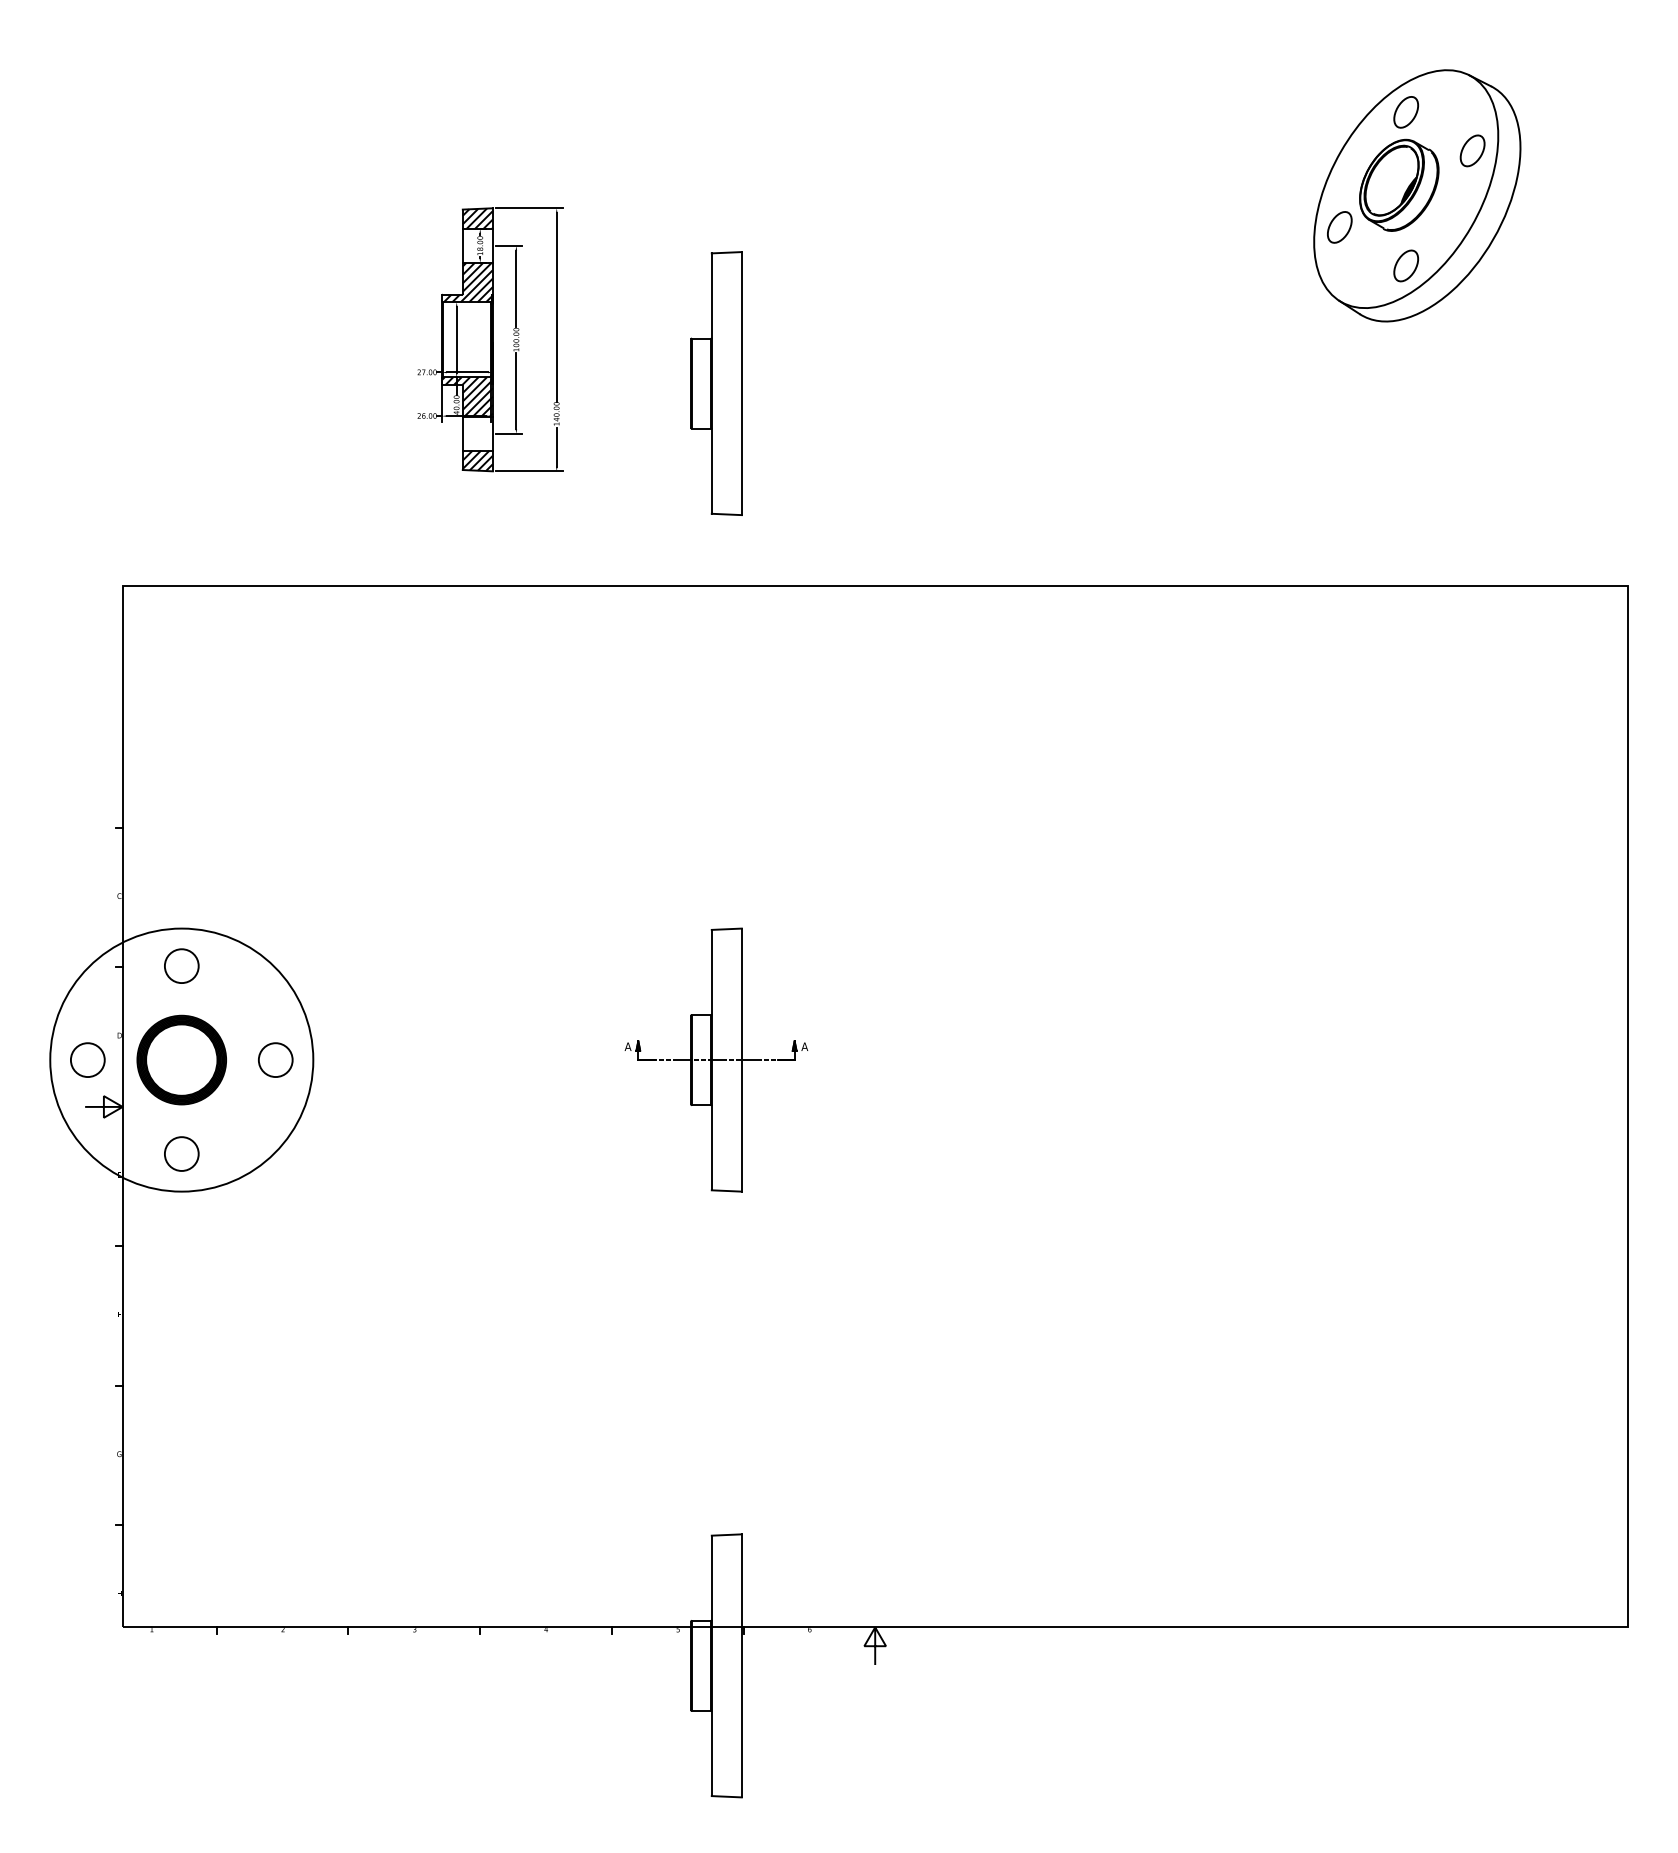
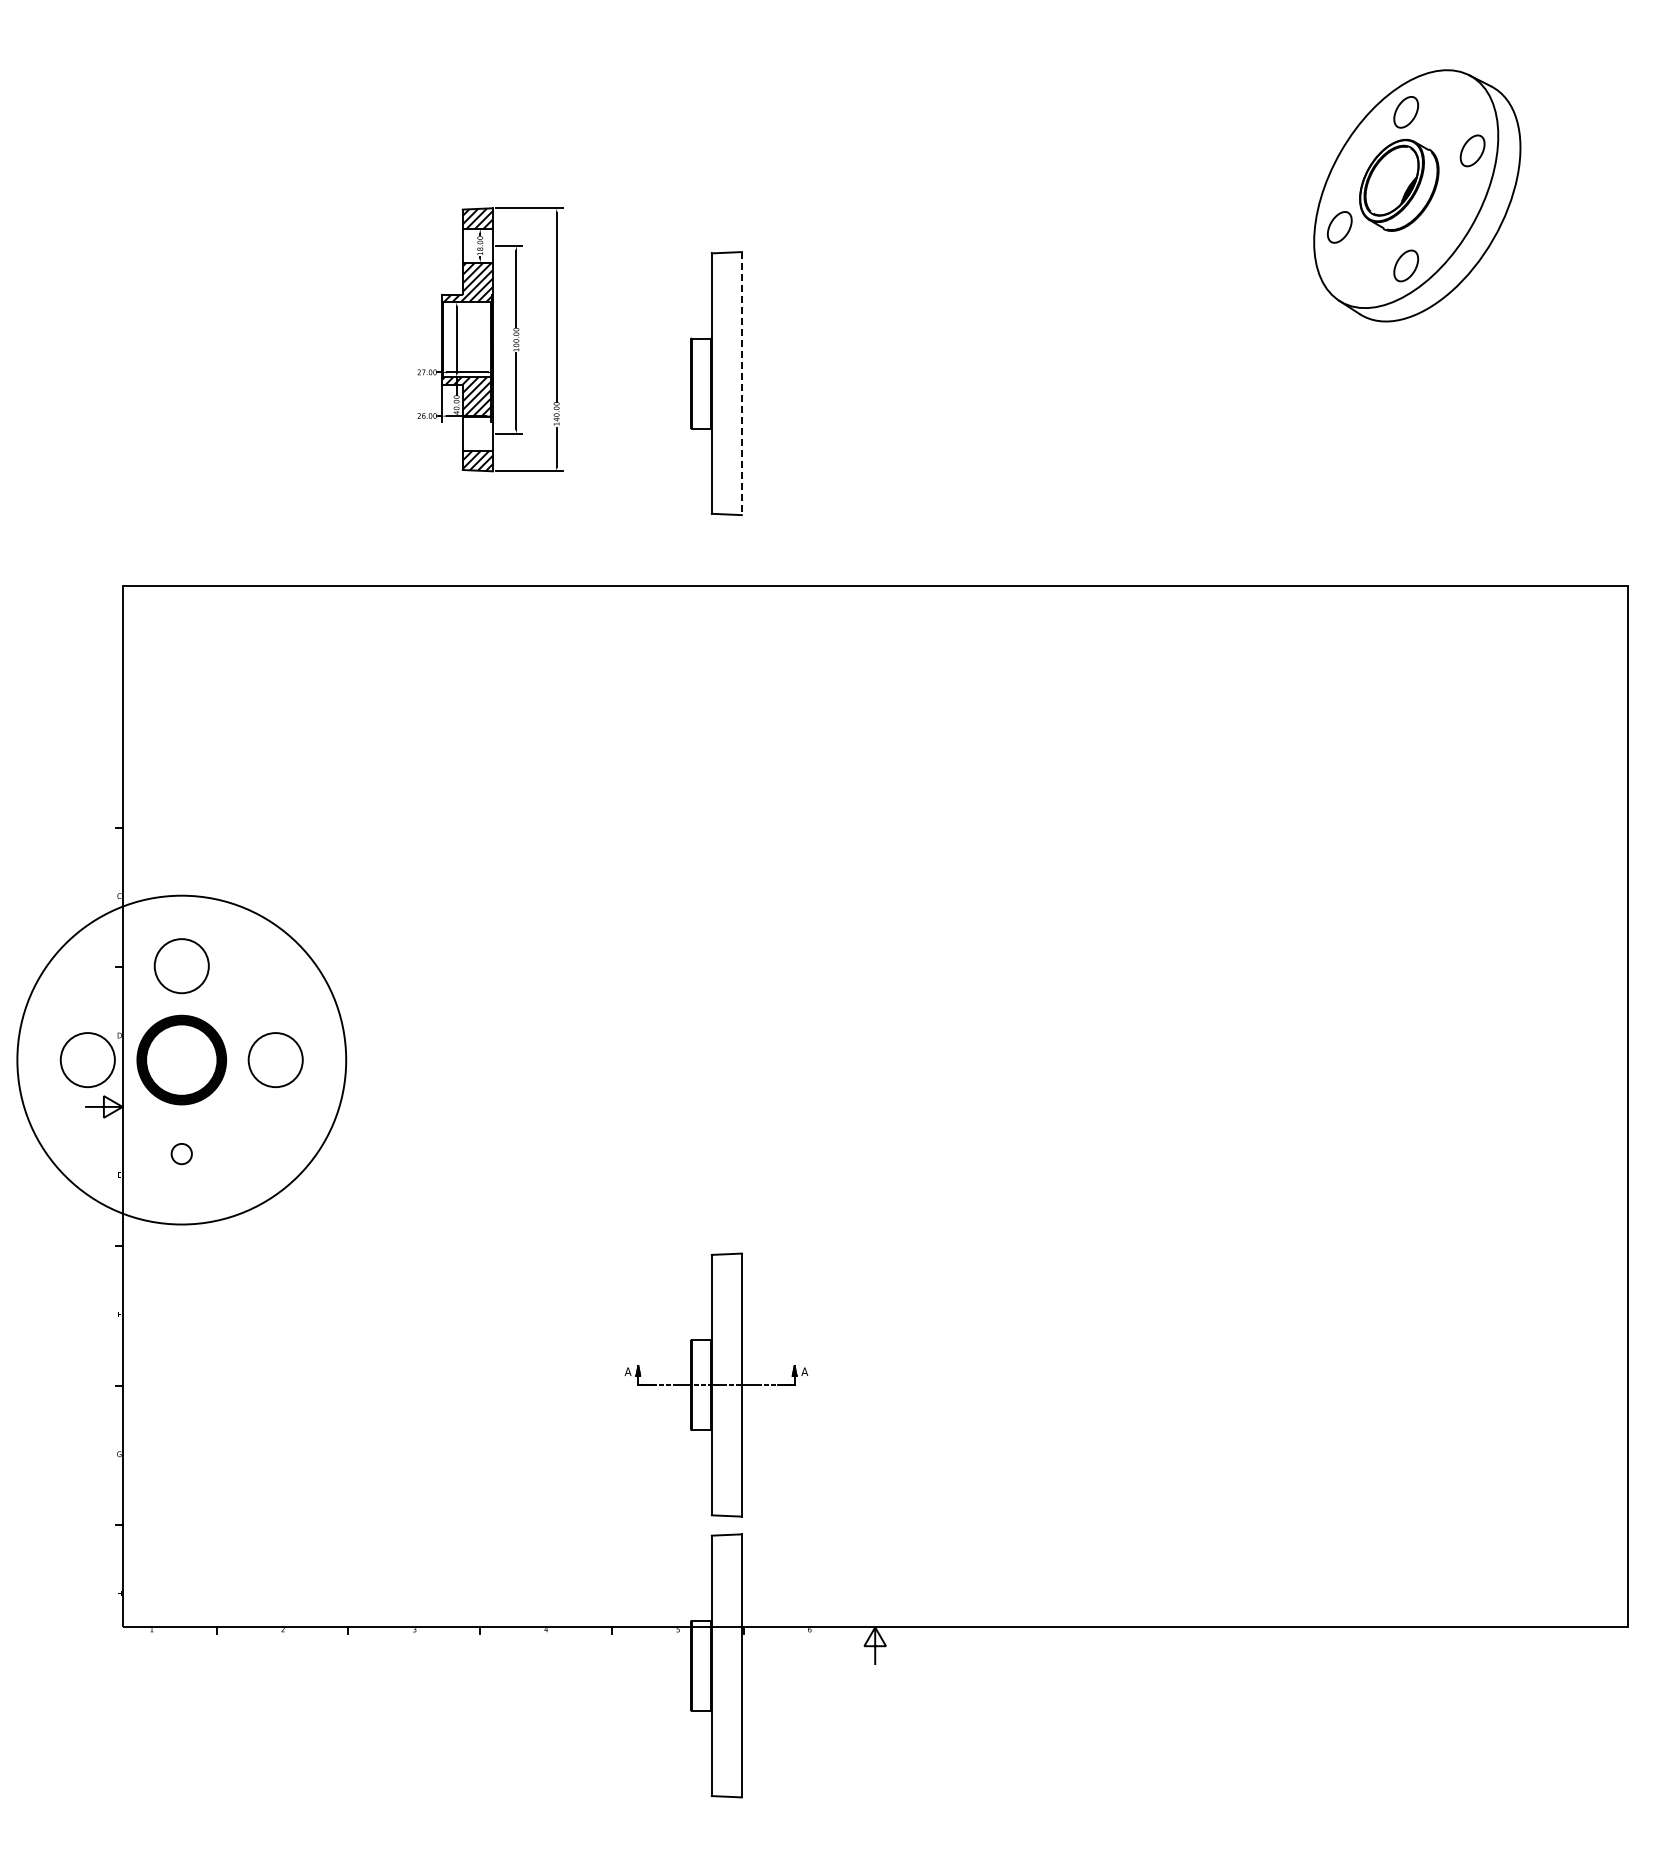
line at (741, 383): solid -> dashed
circle at (181, 966) diameter: 34 px -> 54 px
circle at (181, 1059) diameter: 263 px -> 329 px
part at (716, 1059) position: (716, 1059) -> (716, 1384)
circle at (87, 1060) diameter: 34 px -> 54 px
circle at (275, 1060) diameter: 34 px -> 54 px
circle at (181, 1153) diameter: 34 px -> 20 px
